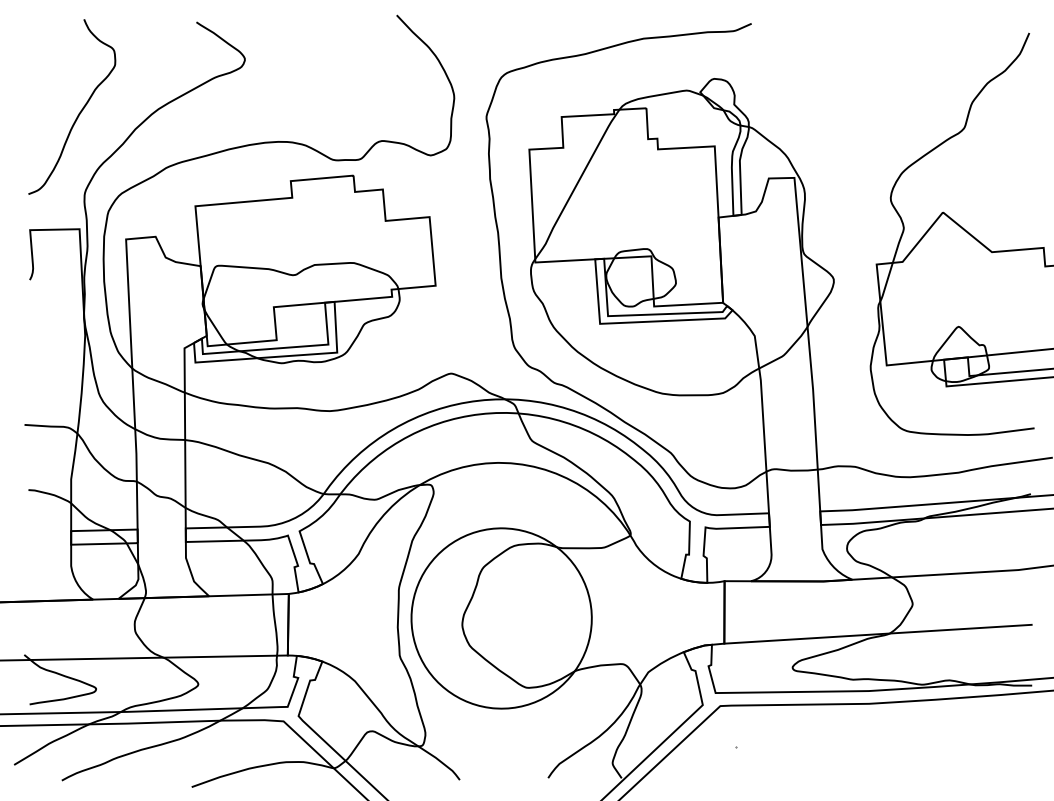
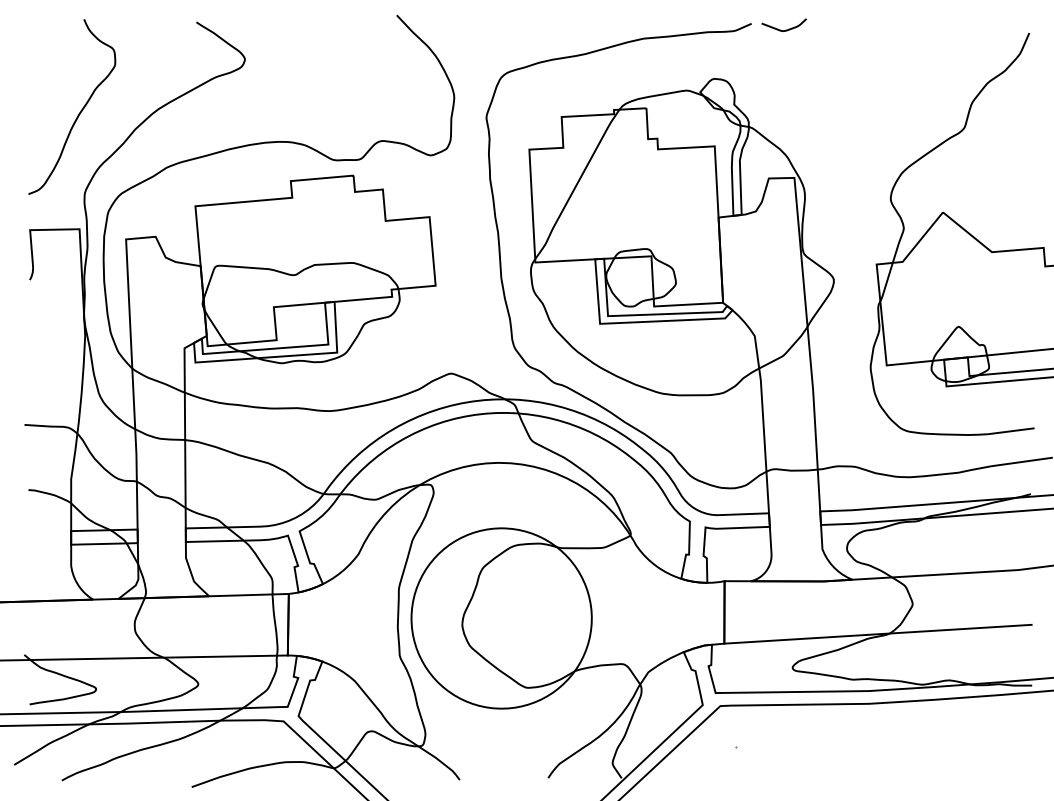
curve at (785, 29): none -> present
